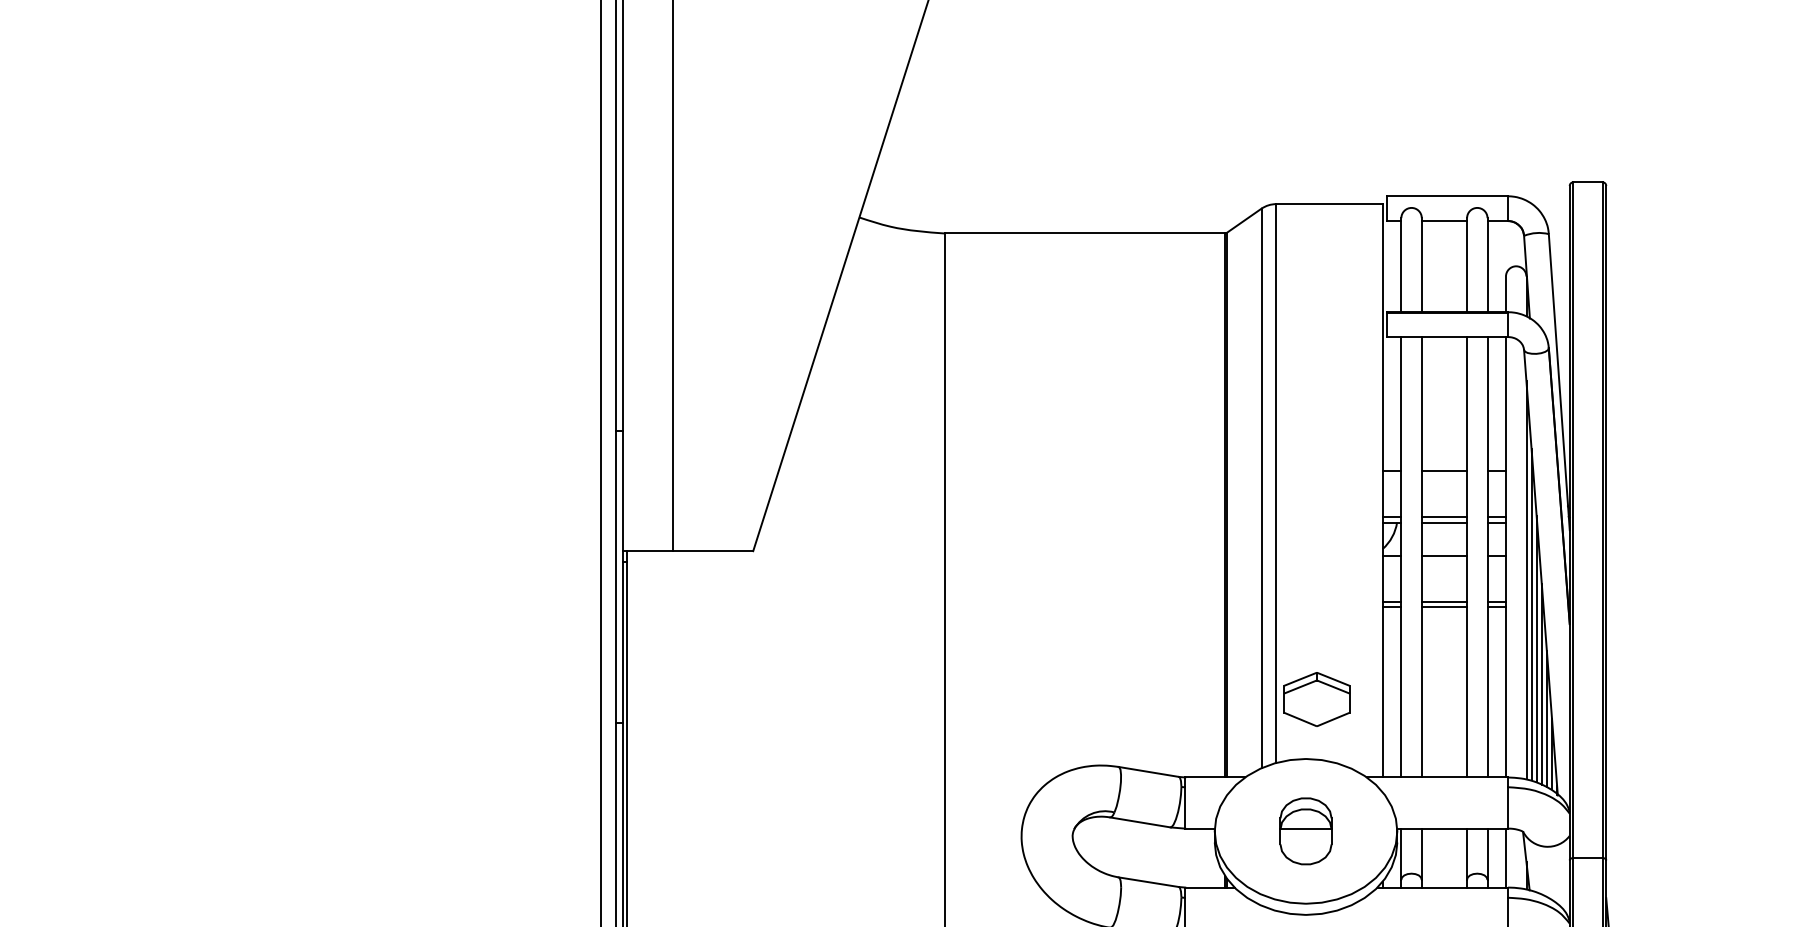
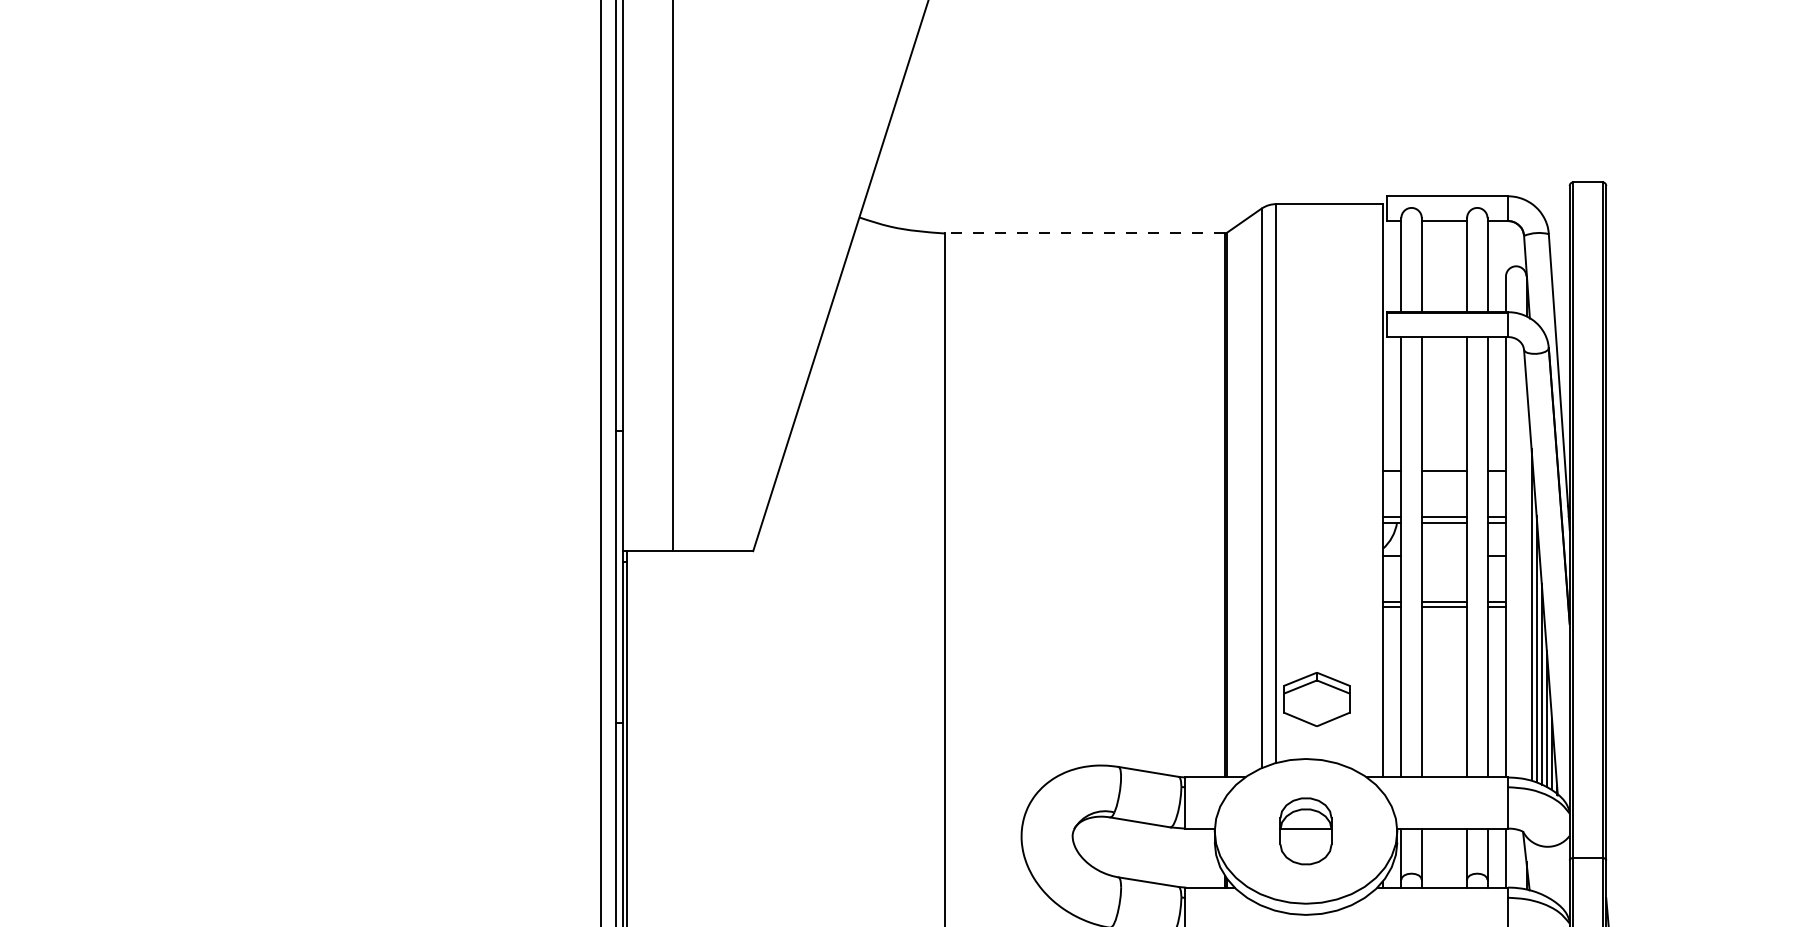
line at (1084, 233): solid -> dashed
line at (1444, 555): present -> none
line at (1526, 579): present -> none
